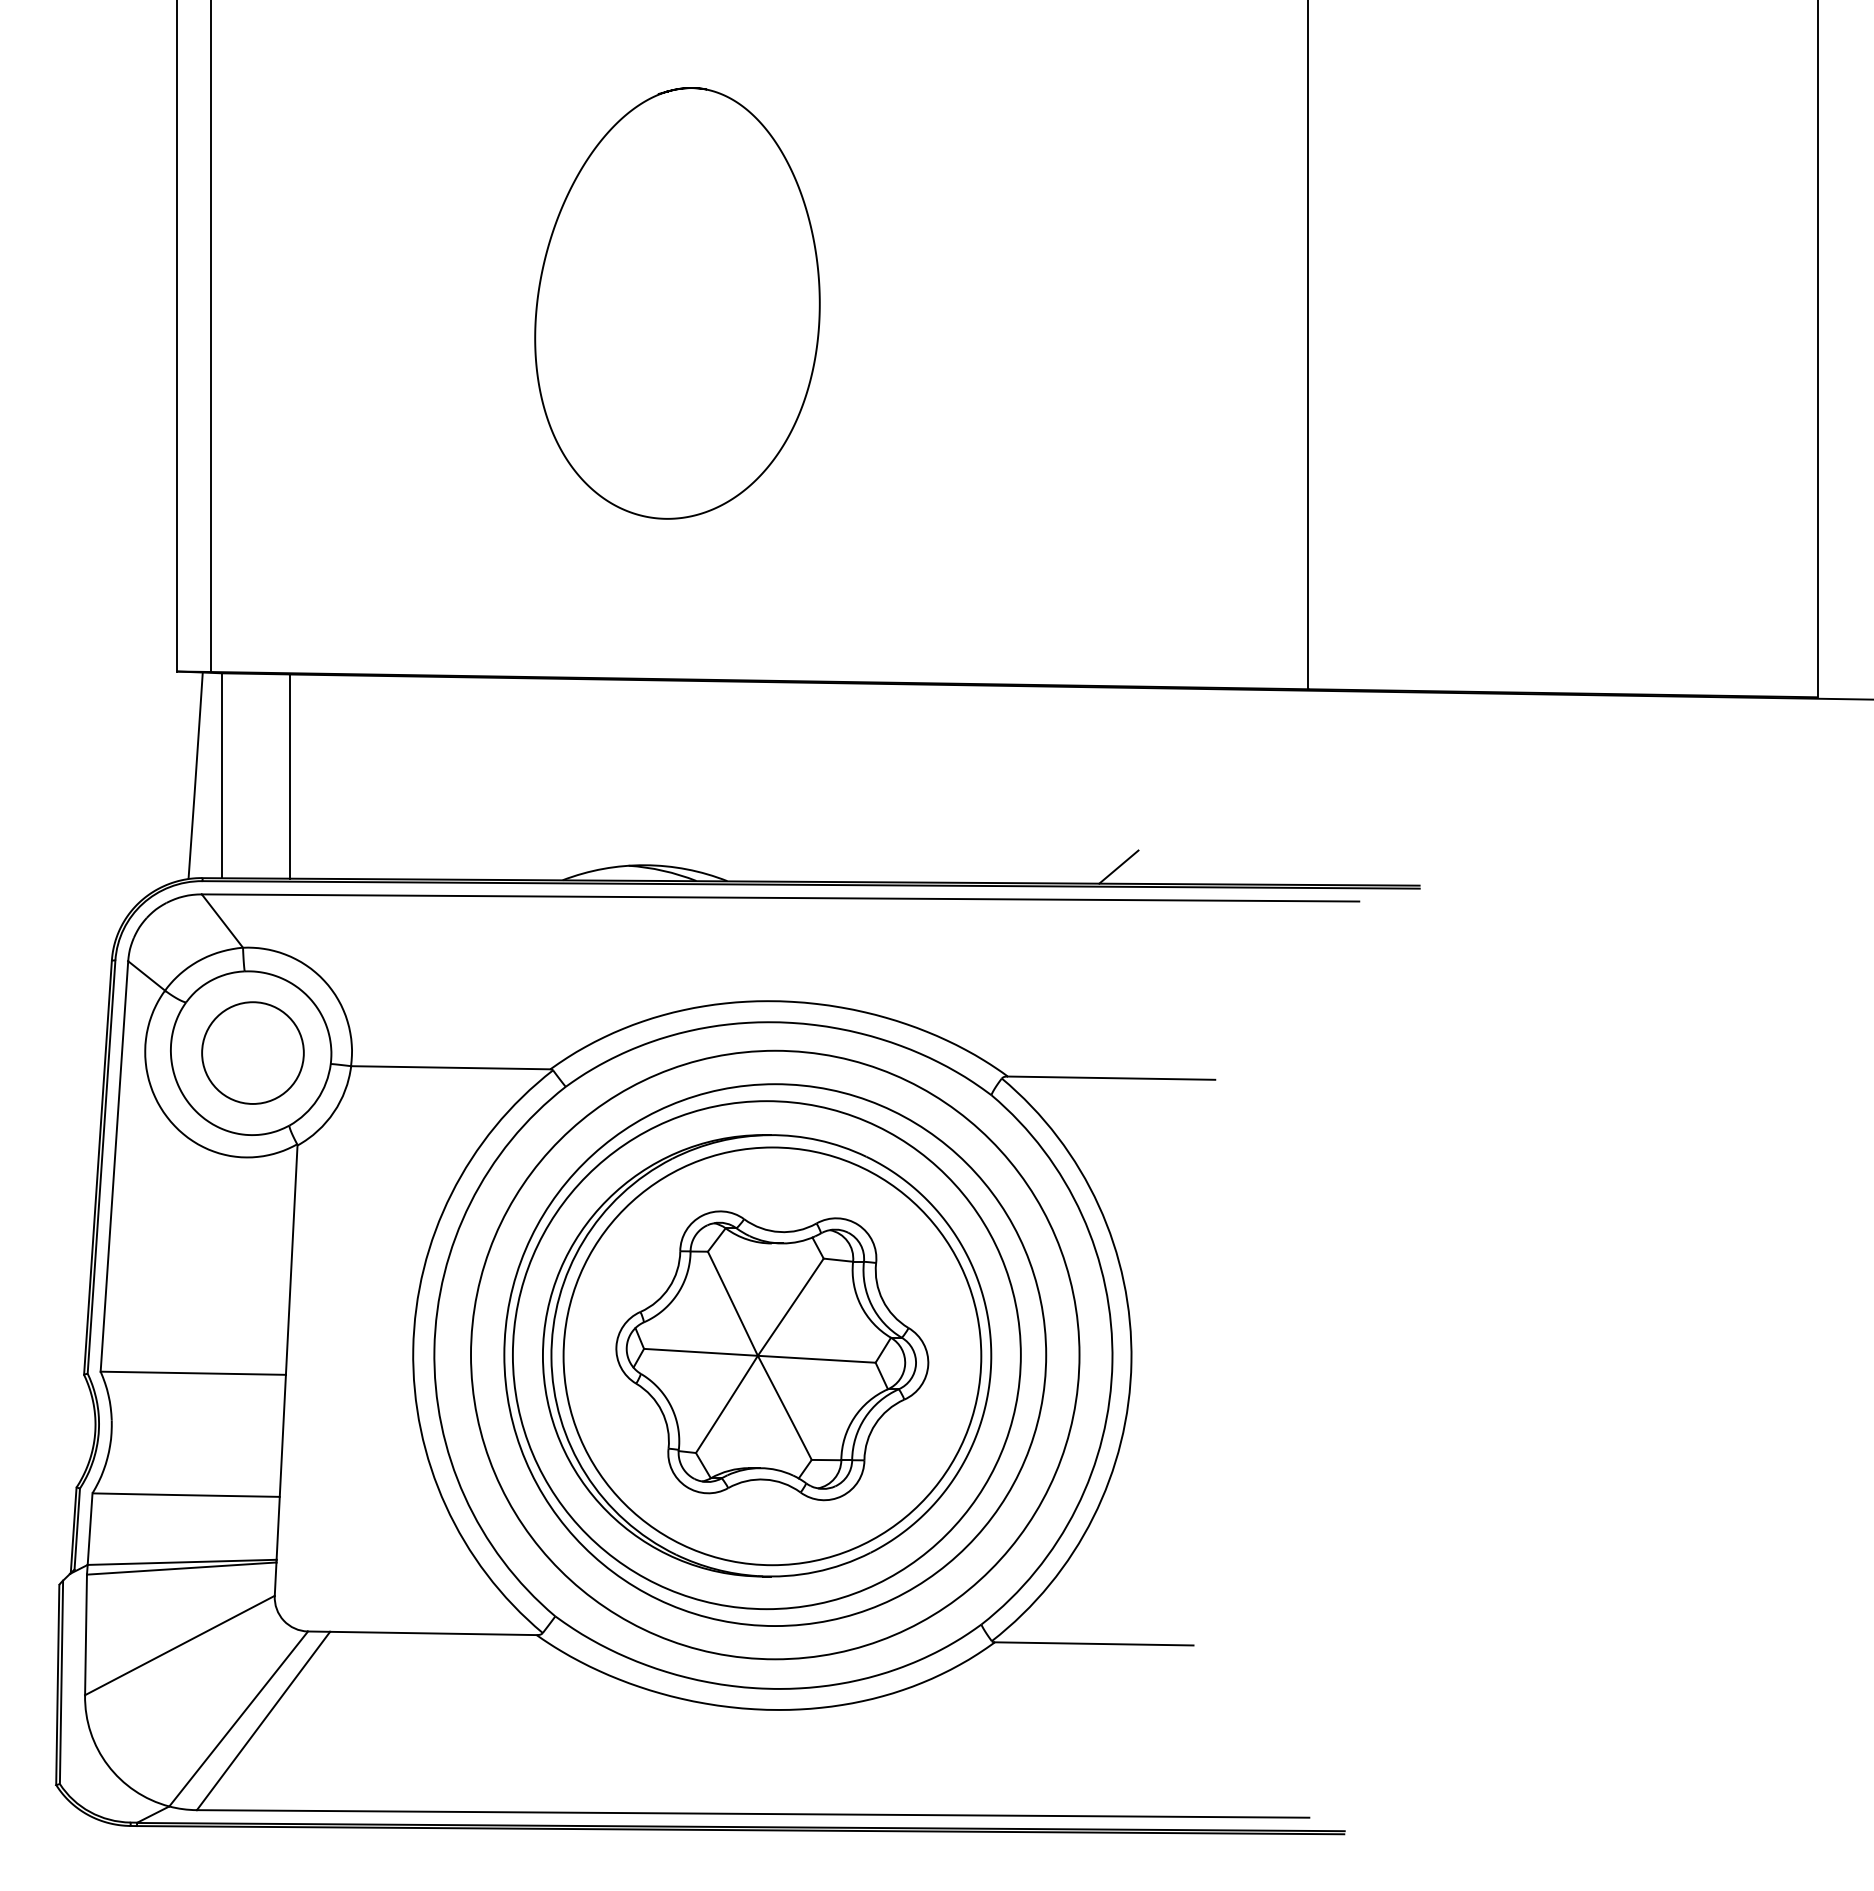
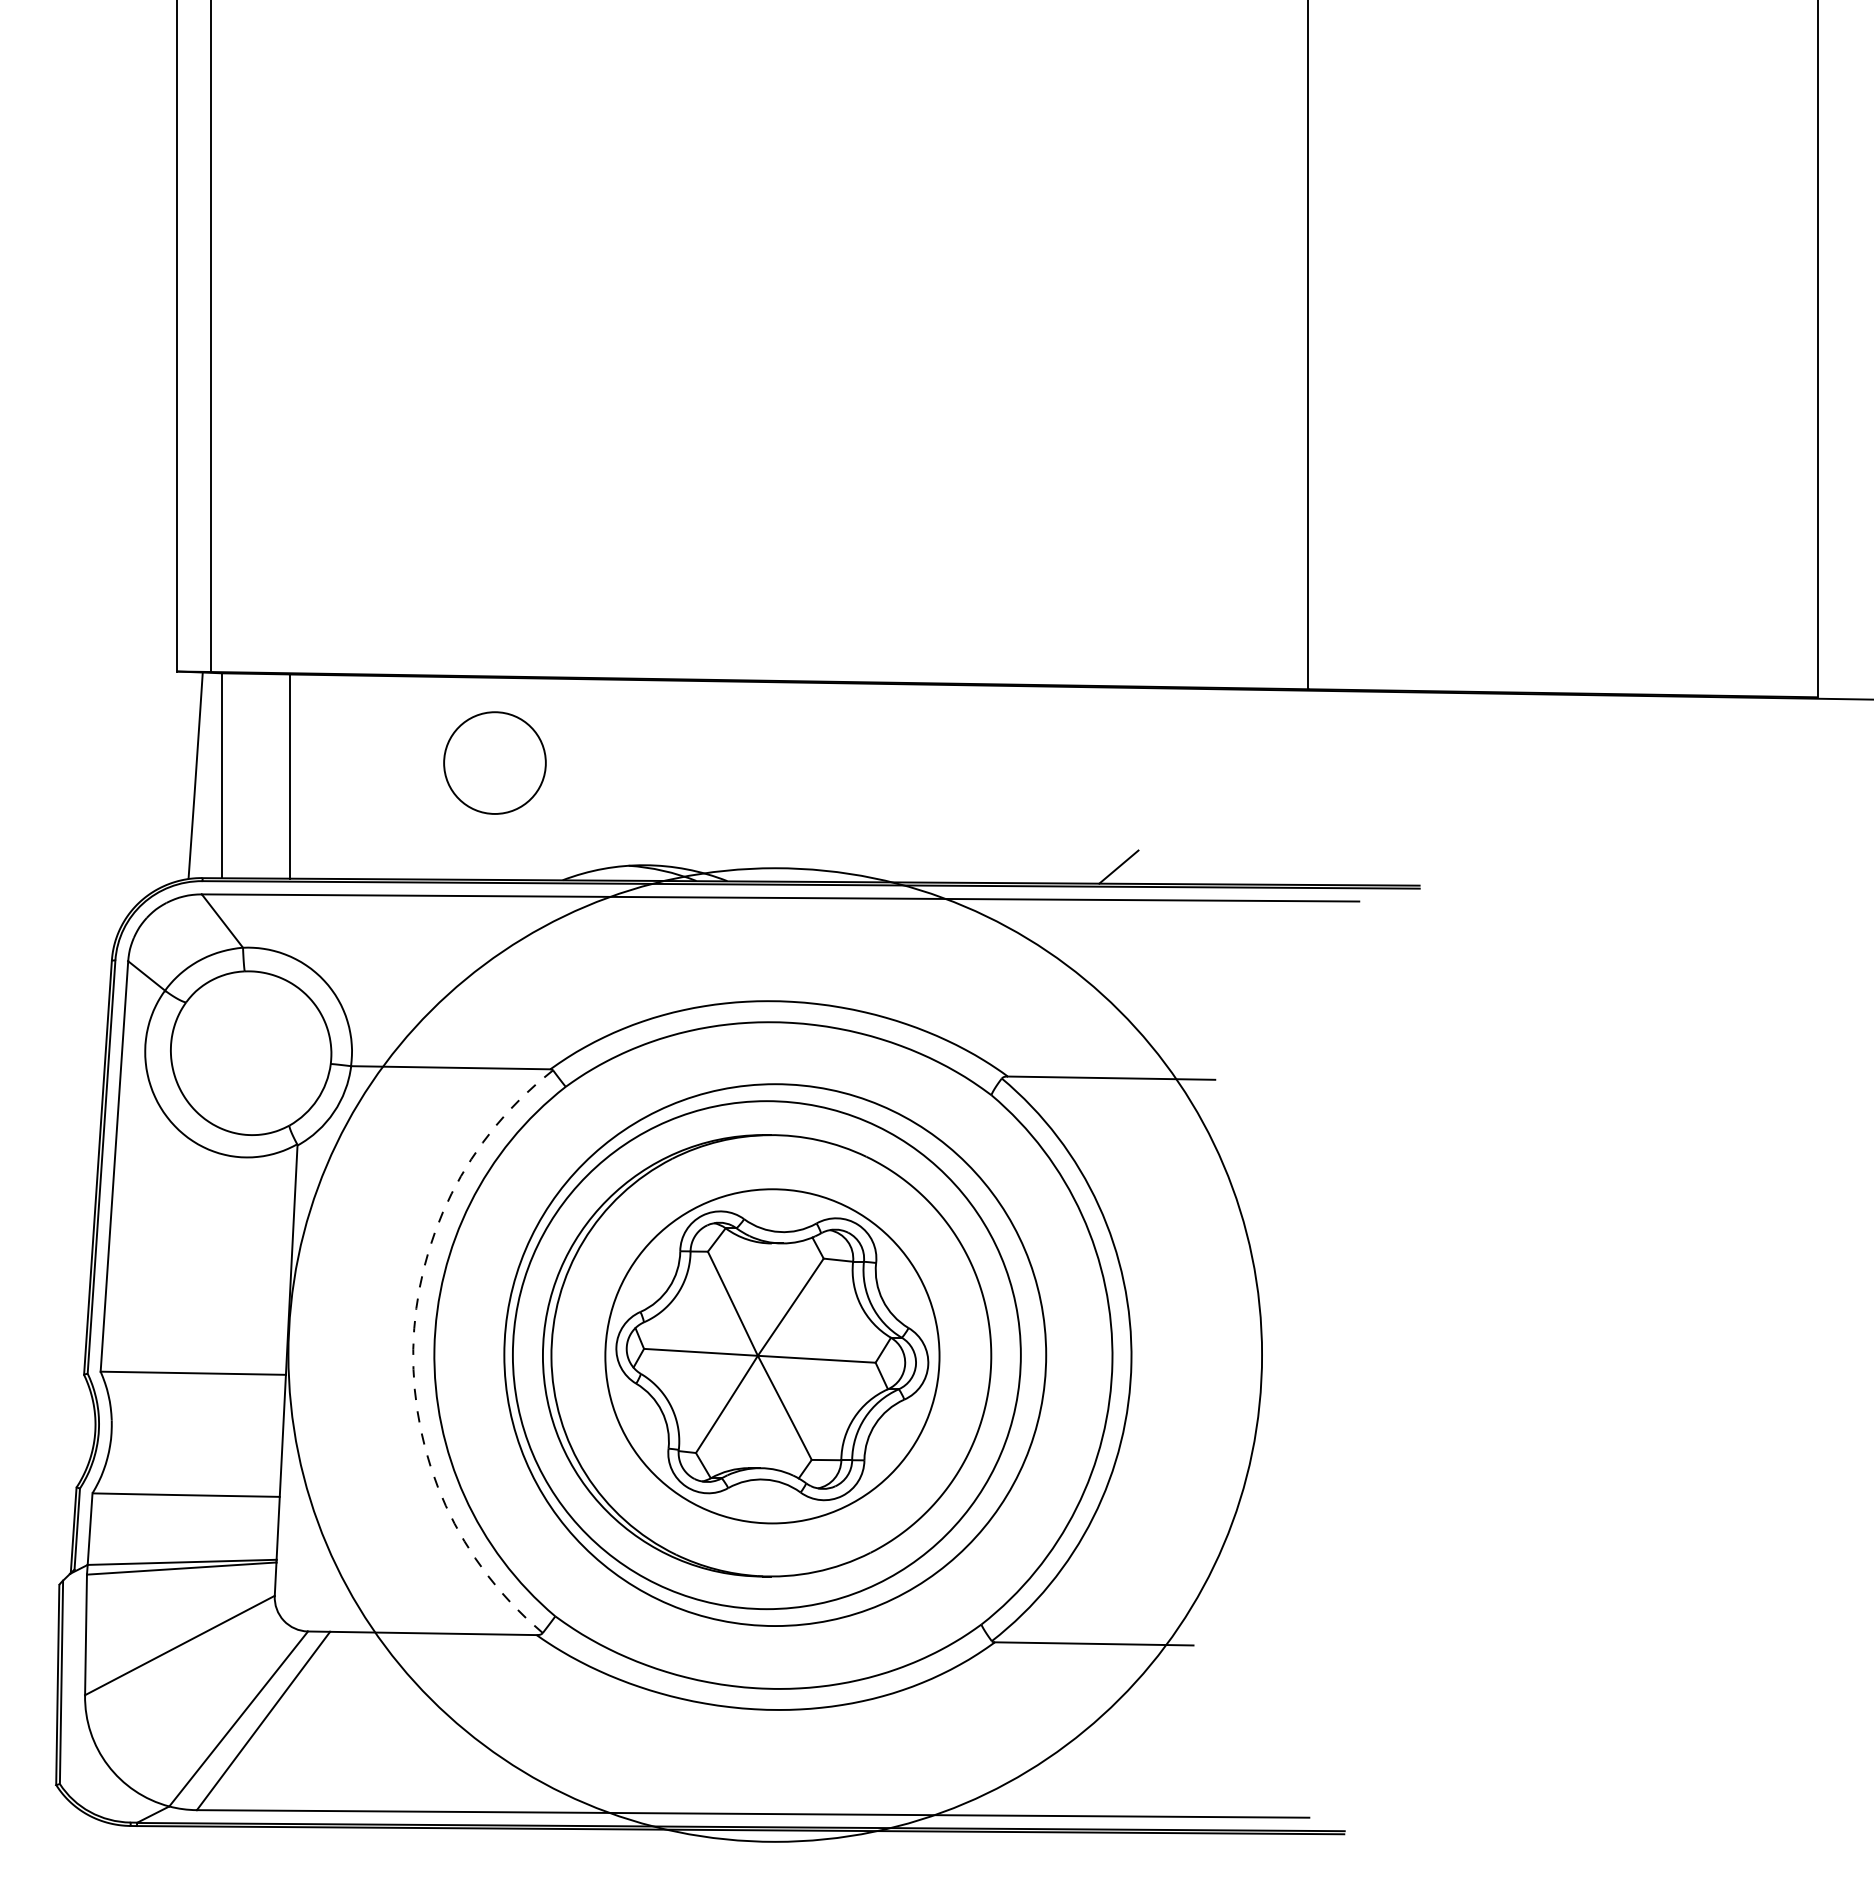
curve at (542, 276): present -> none
circle at (252, 1052) position: (252, 1052) -> (494, 762)
arc at (413, 1349): solid -> dashed
circle at (775, 1354) diameter: 609 px -> 974 px
circle at (772, 1356) diameter: 418 px -> 334 px
